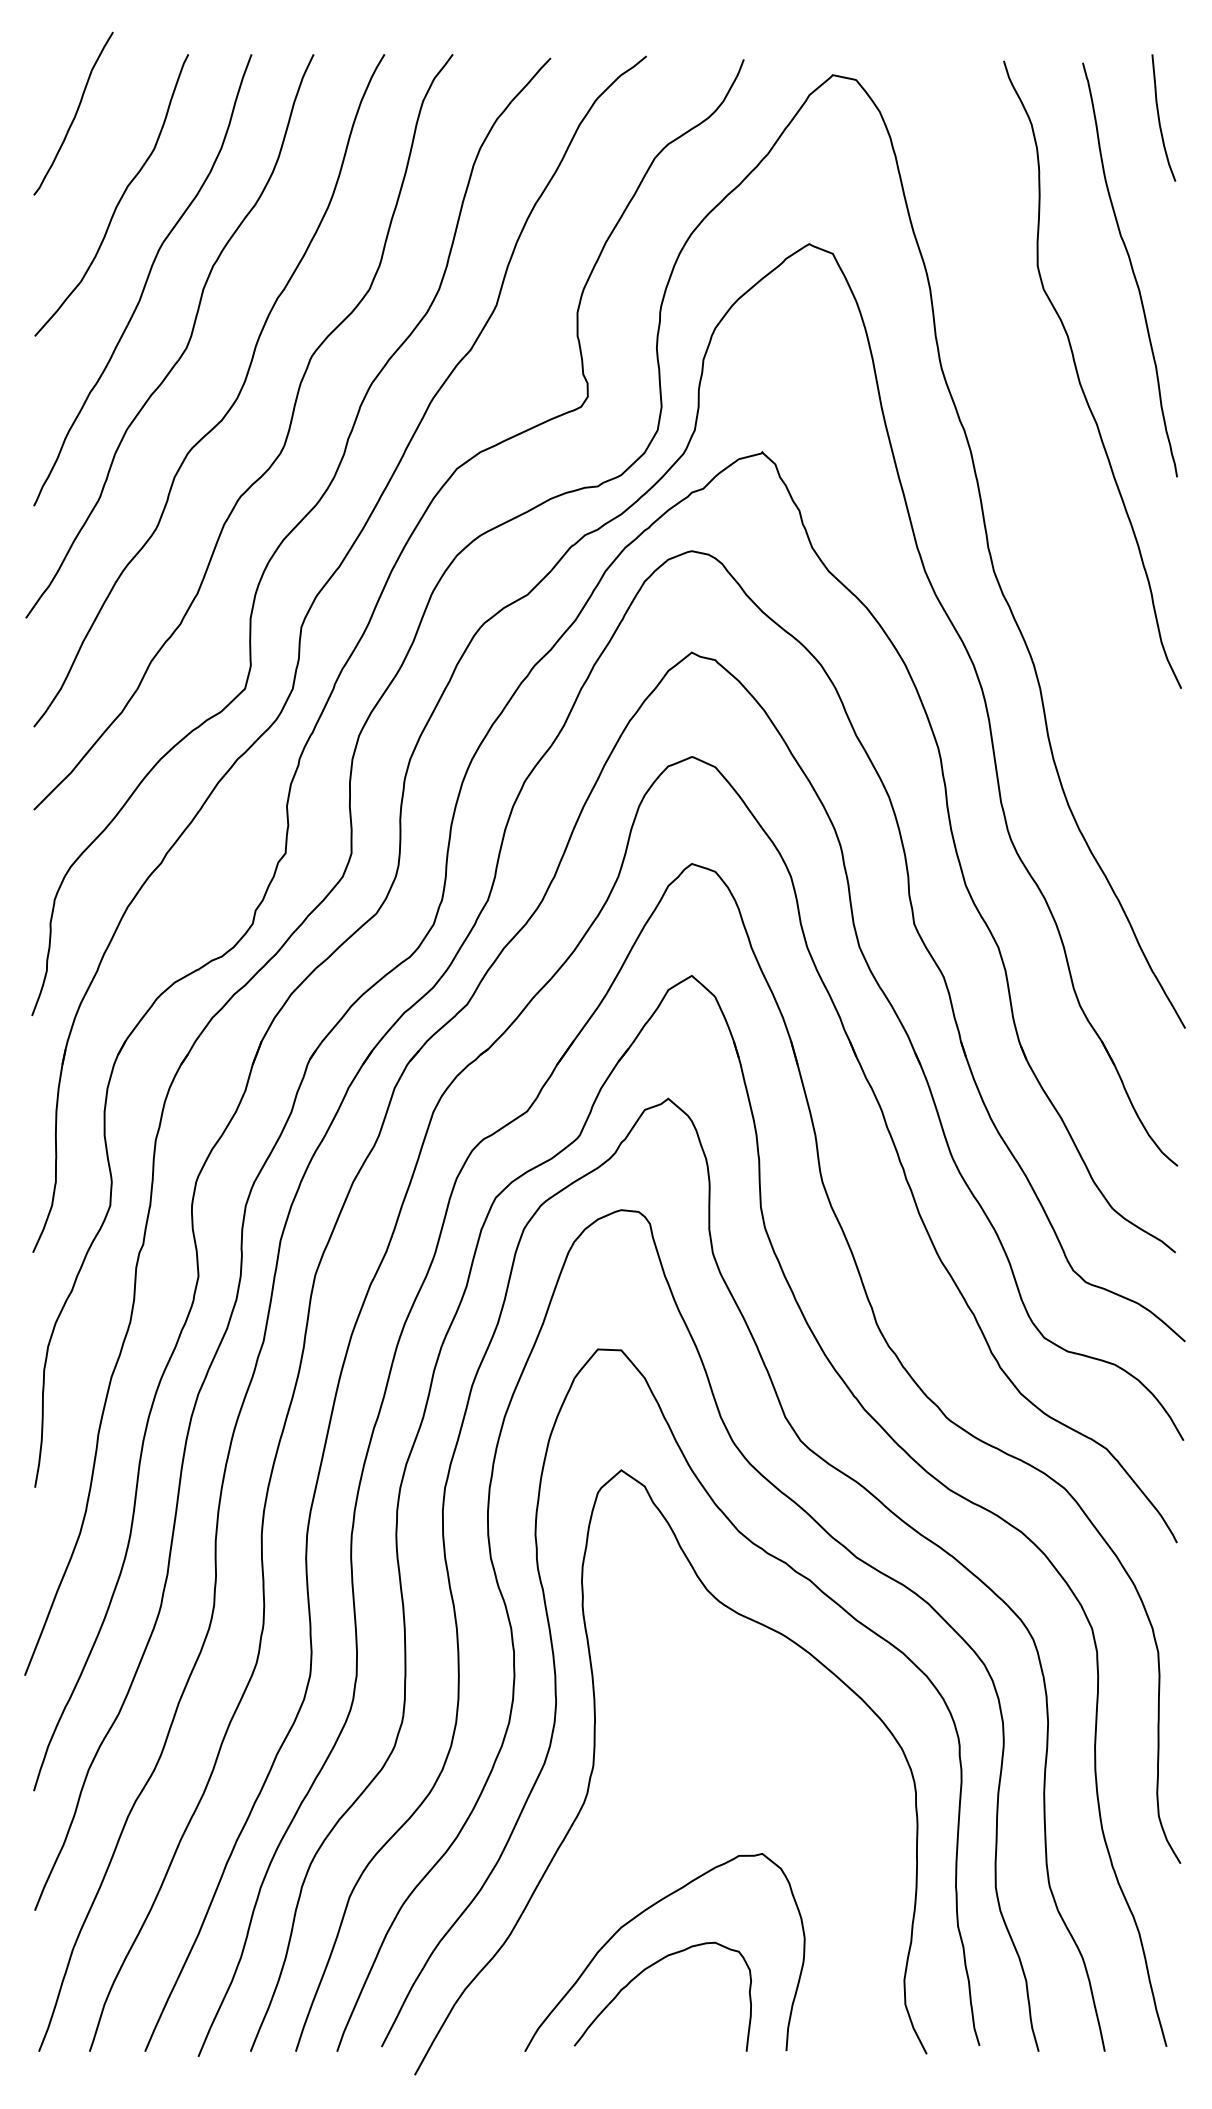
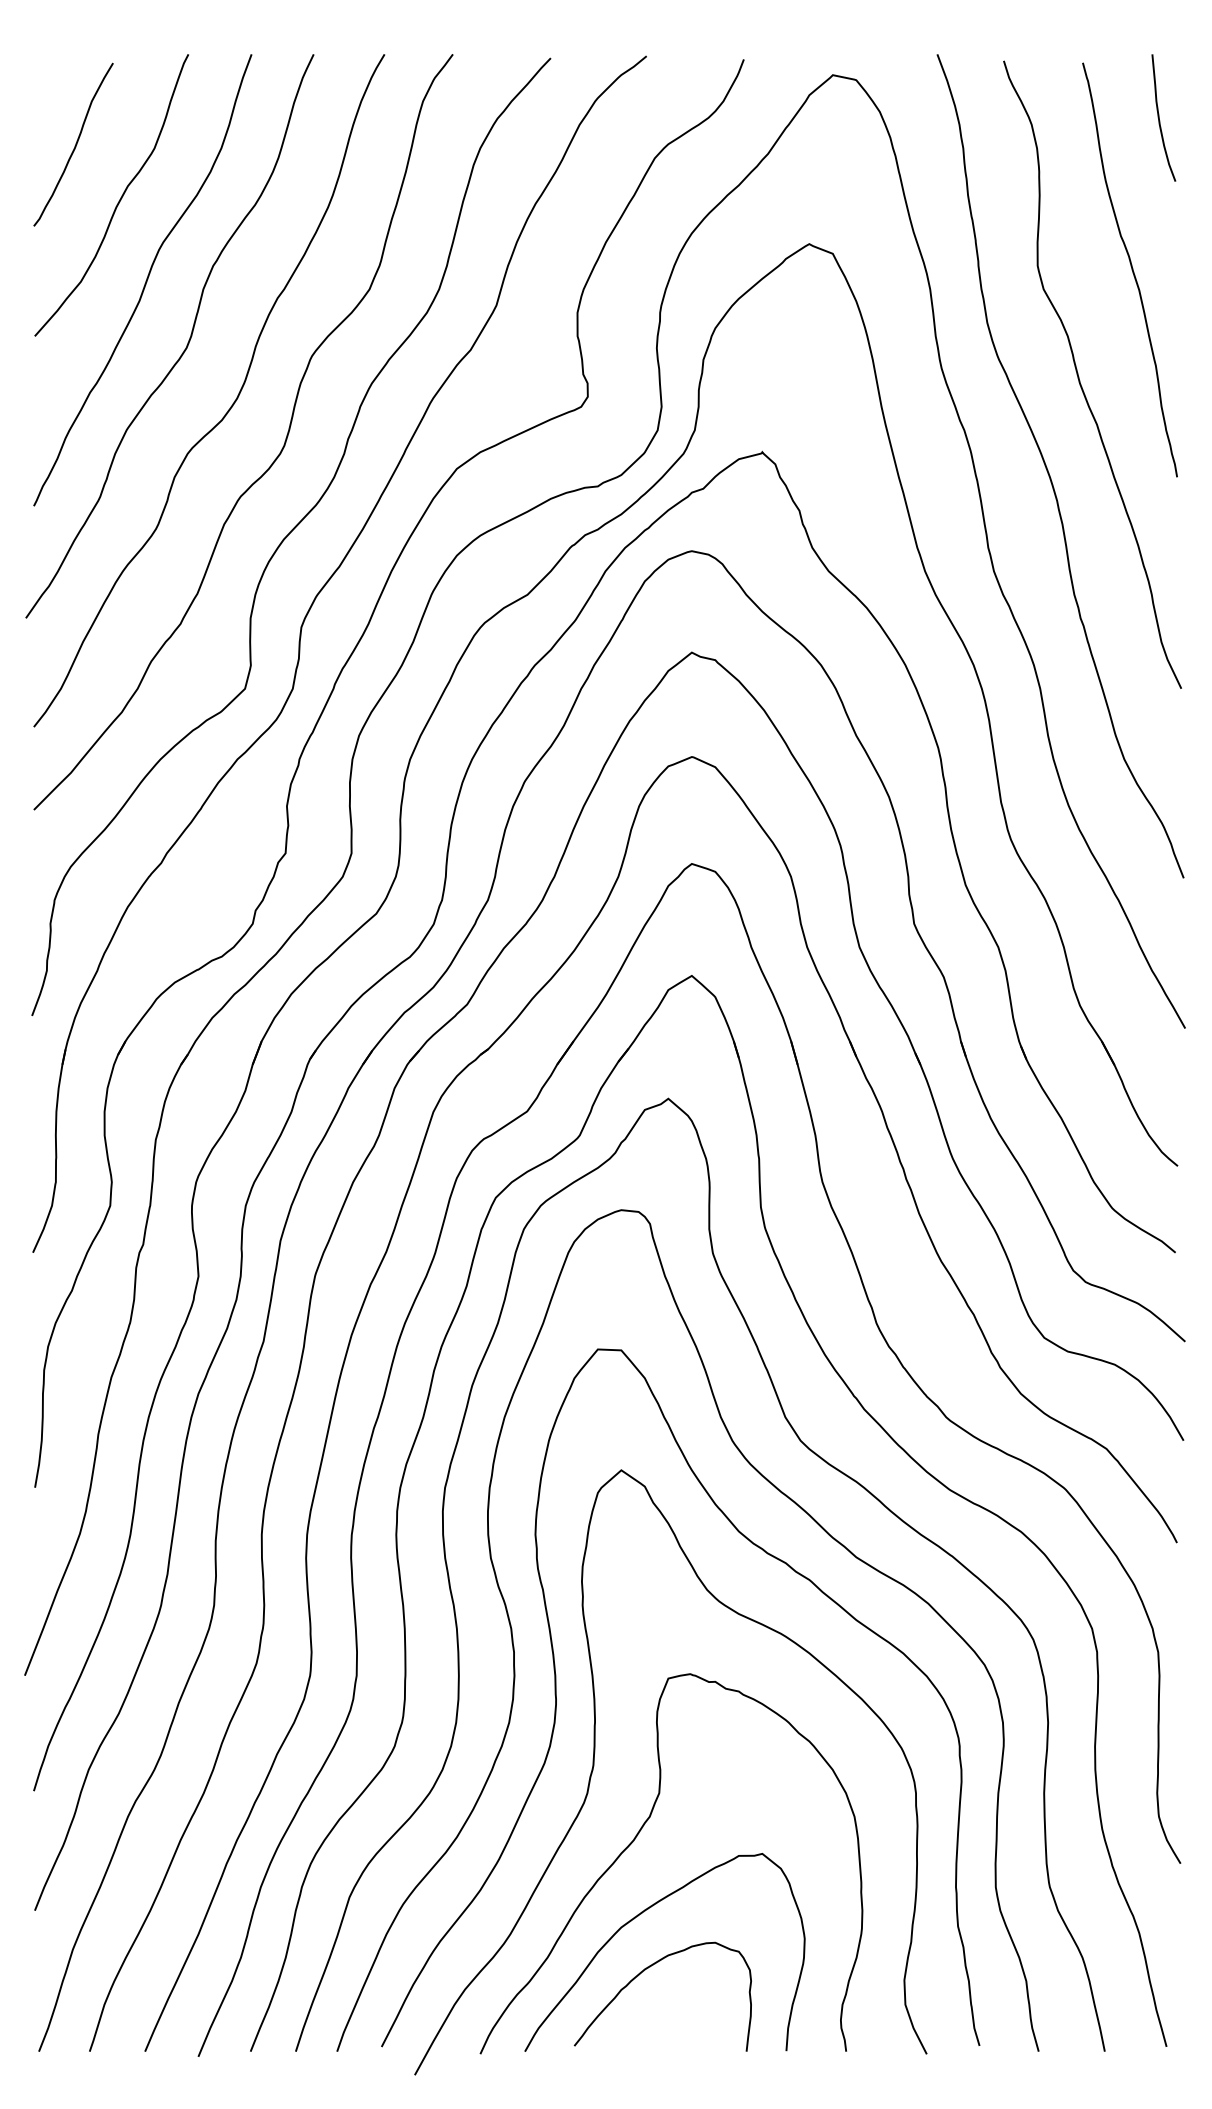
curve at (75, 113) position: (75, 113) -> (75, 144)
curve at (1049, 472): none -> present
curve at (635, 1839): none -> present
